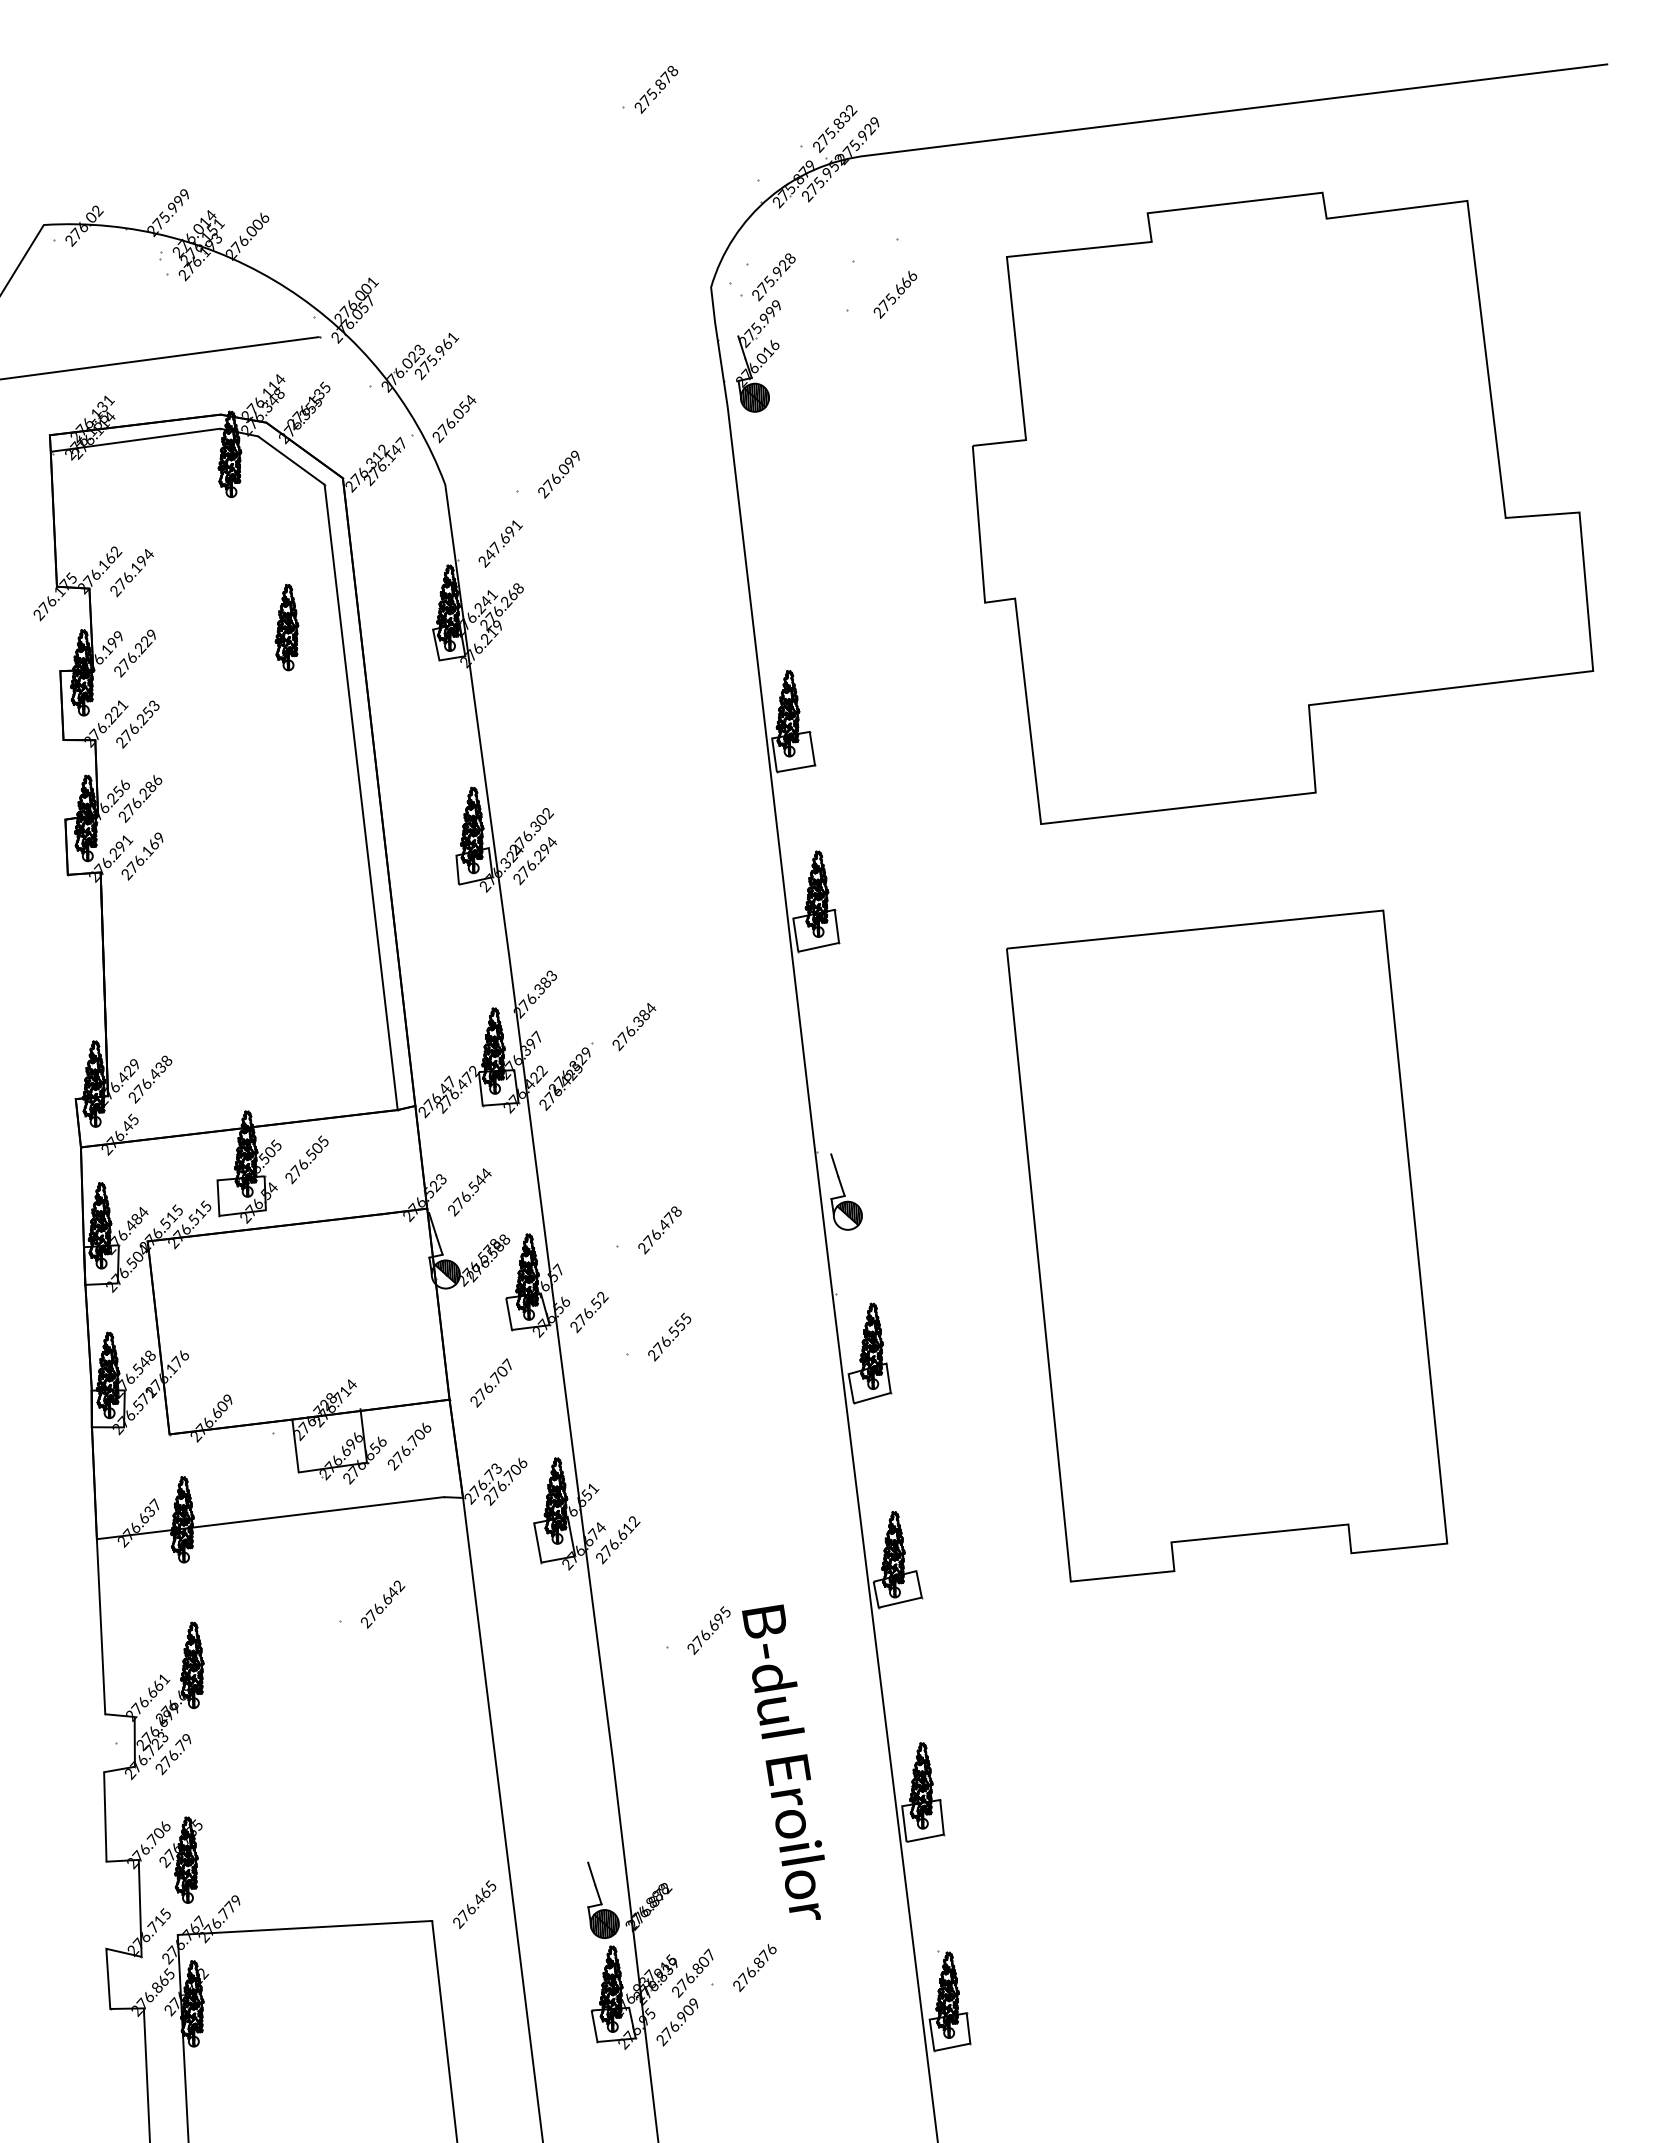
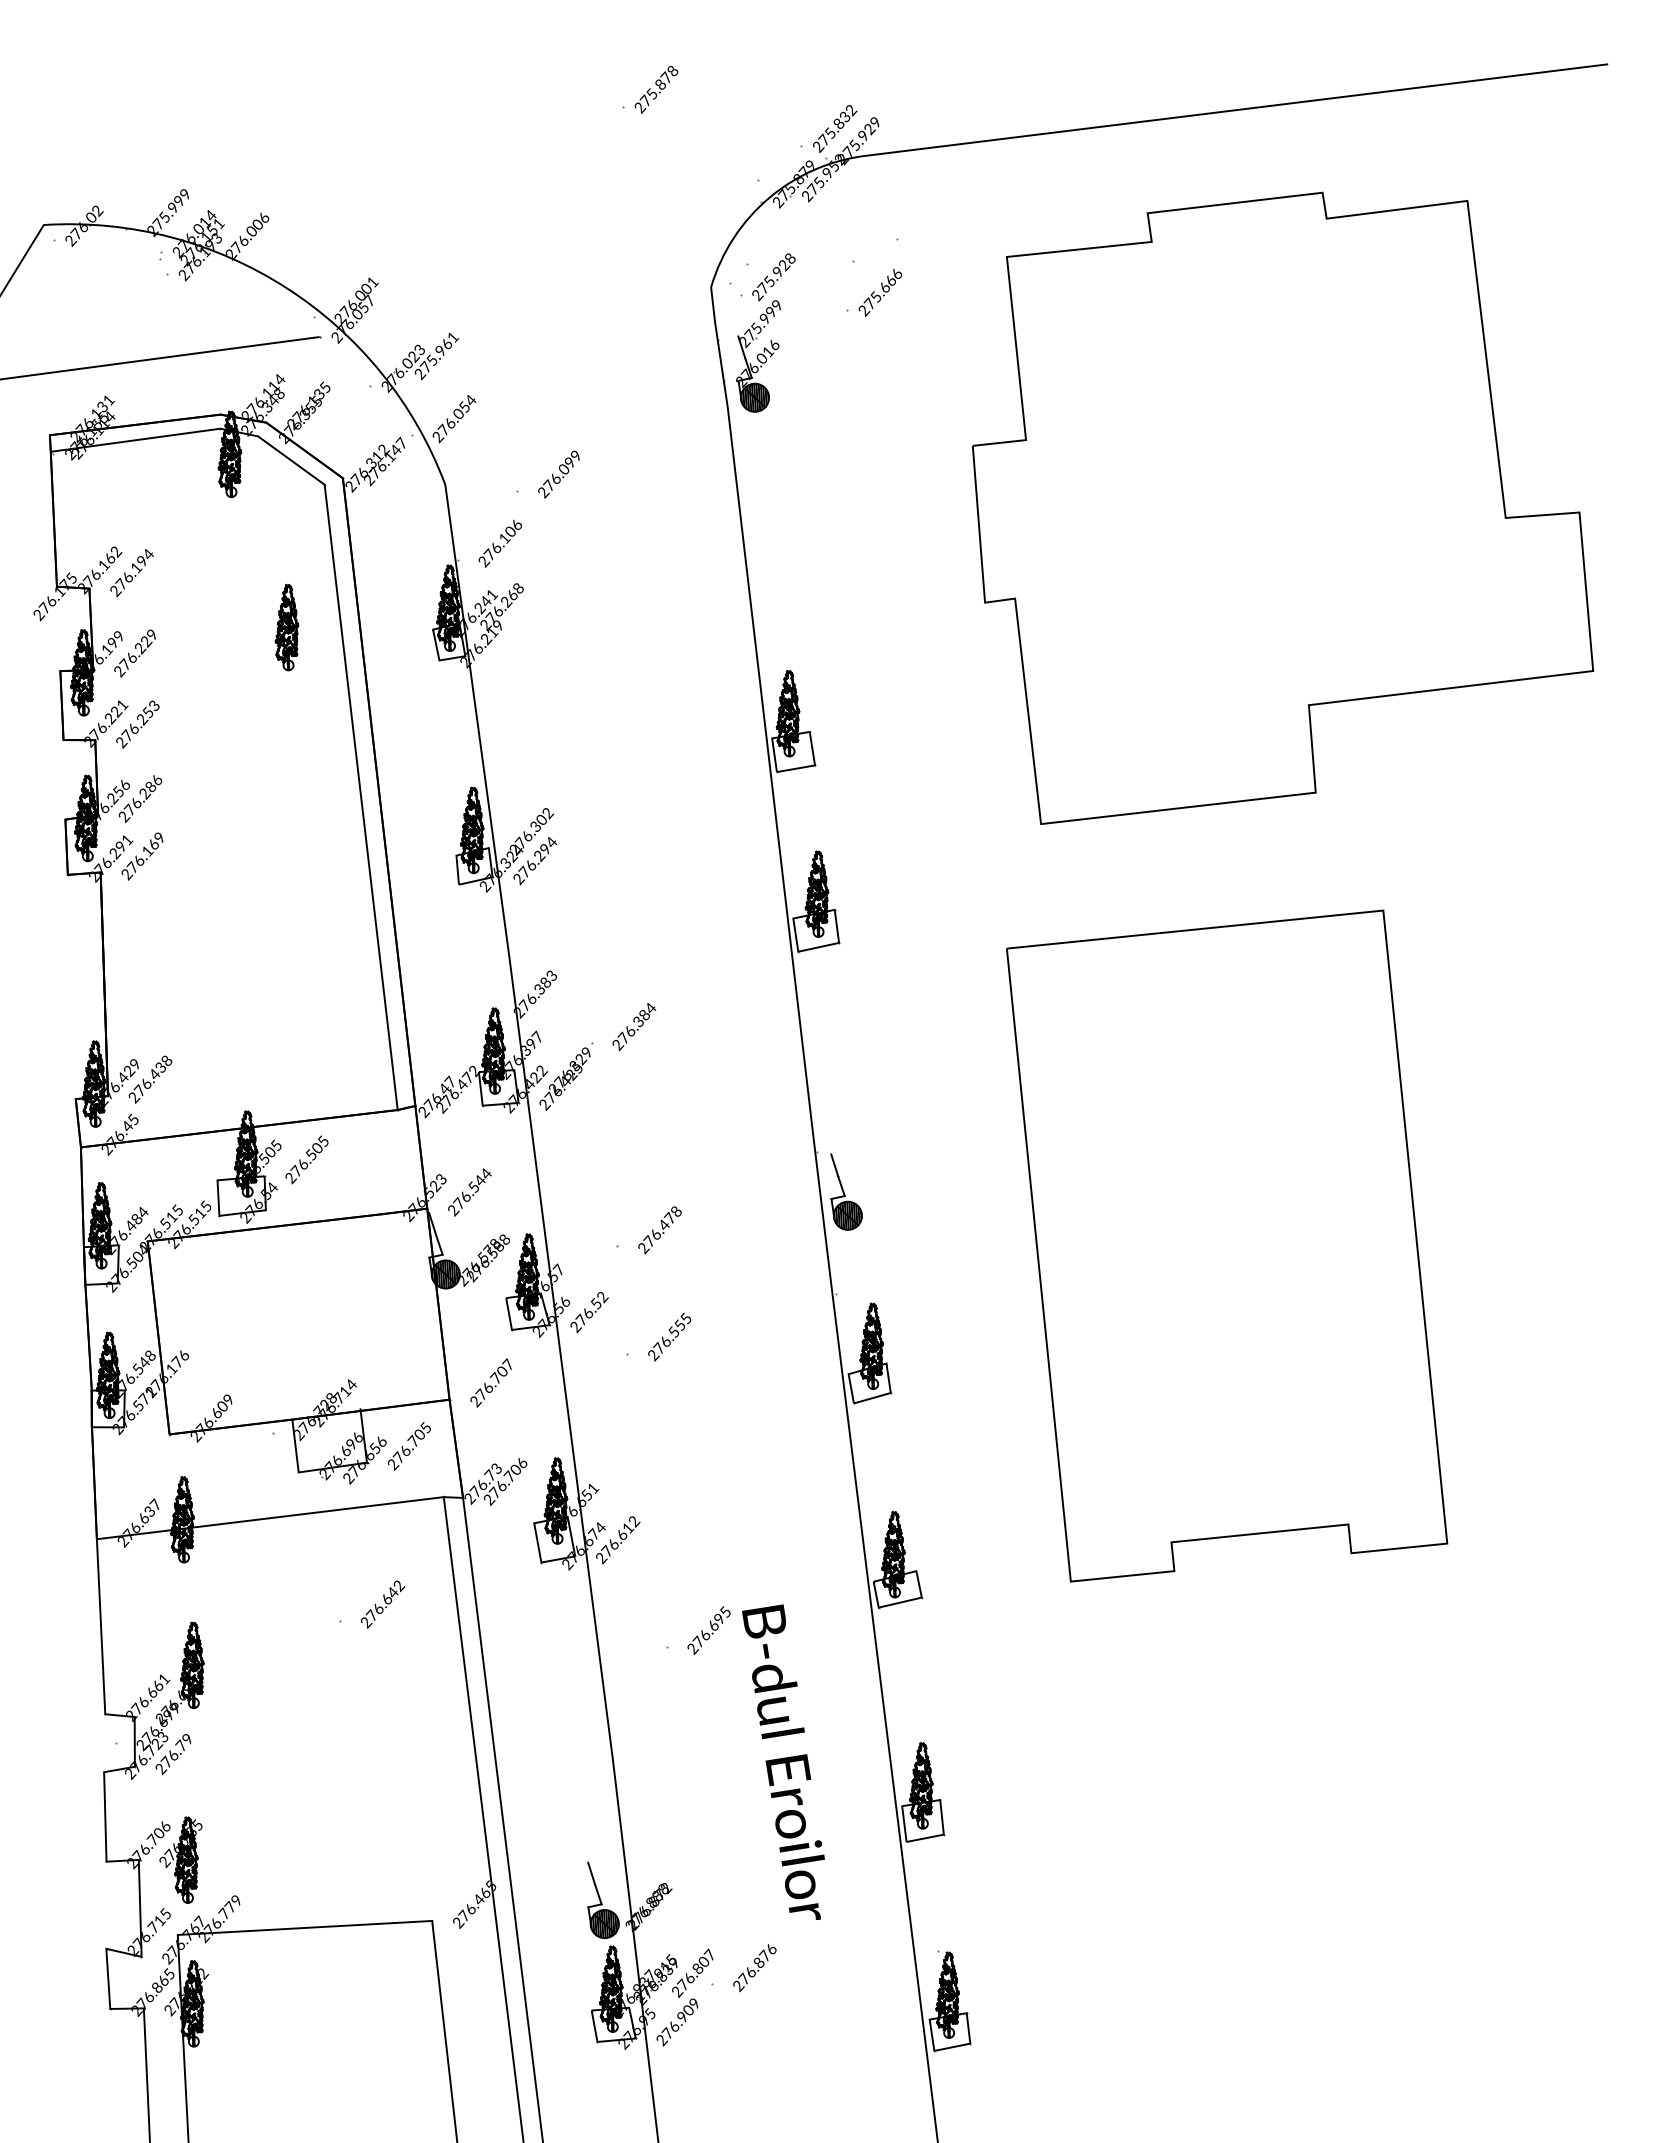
text at (895, 294) position: (895, 294) -> (880, 292)
text at (502, 539): 247.691 -> 276.106
hatch at (845, 1218): none -> present
hatch at (443, 1277): none -> present
text at (425, 1427): 276.706 -> 276.705
line at (483, 1817): none -> present
